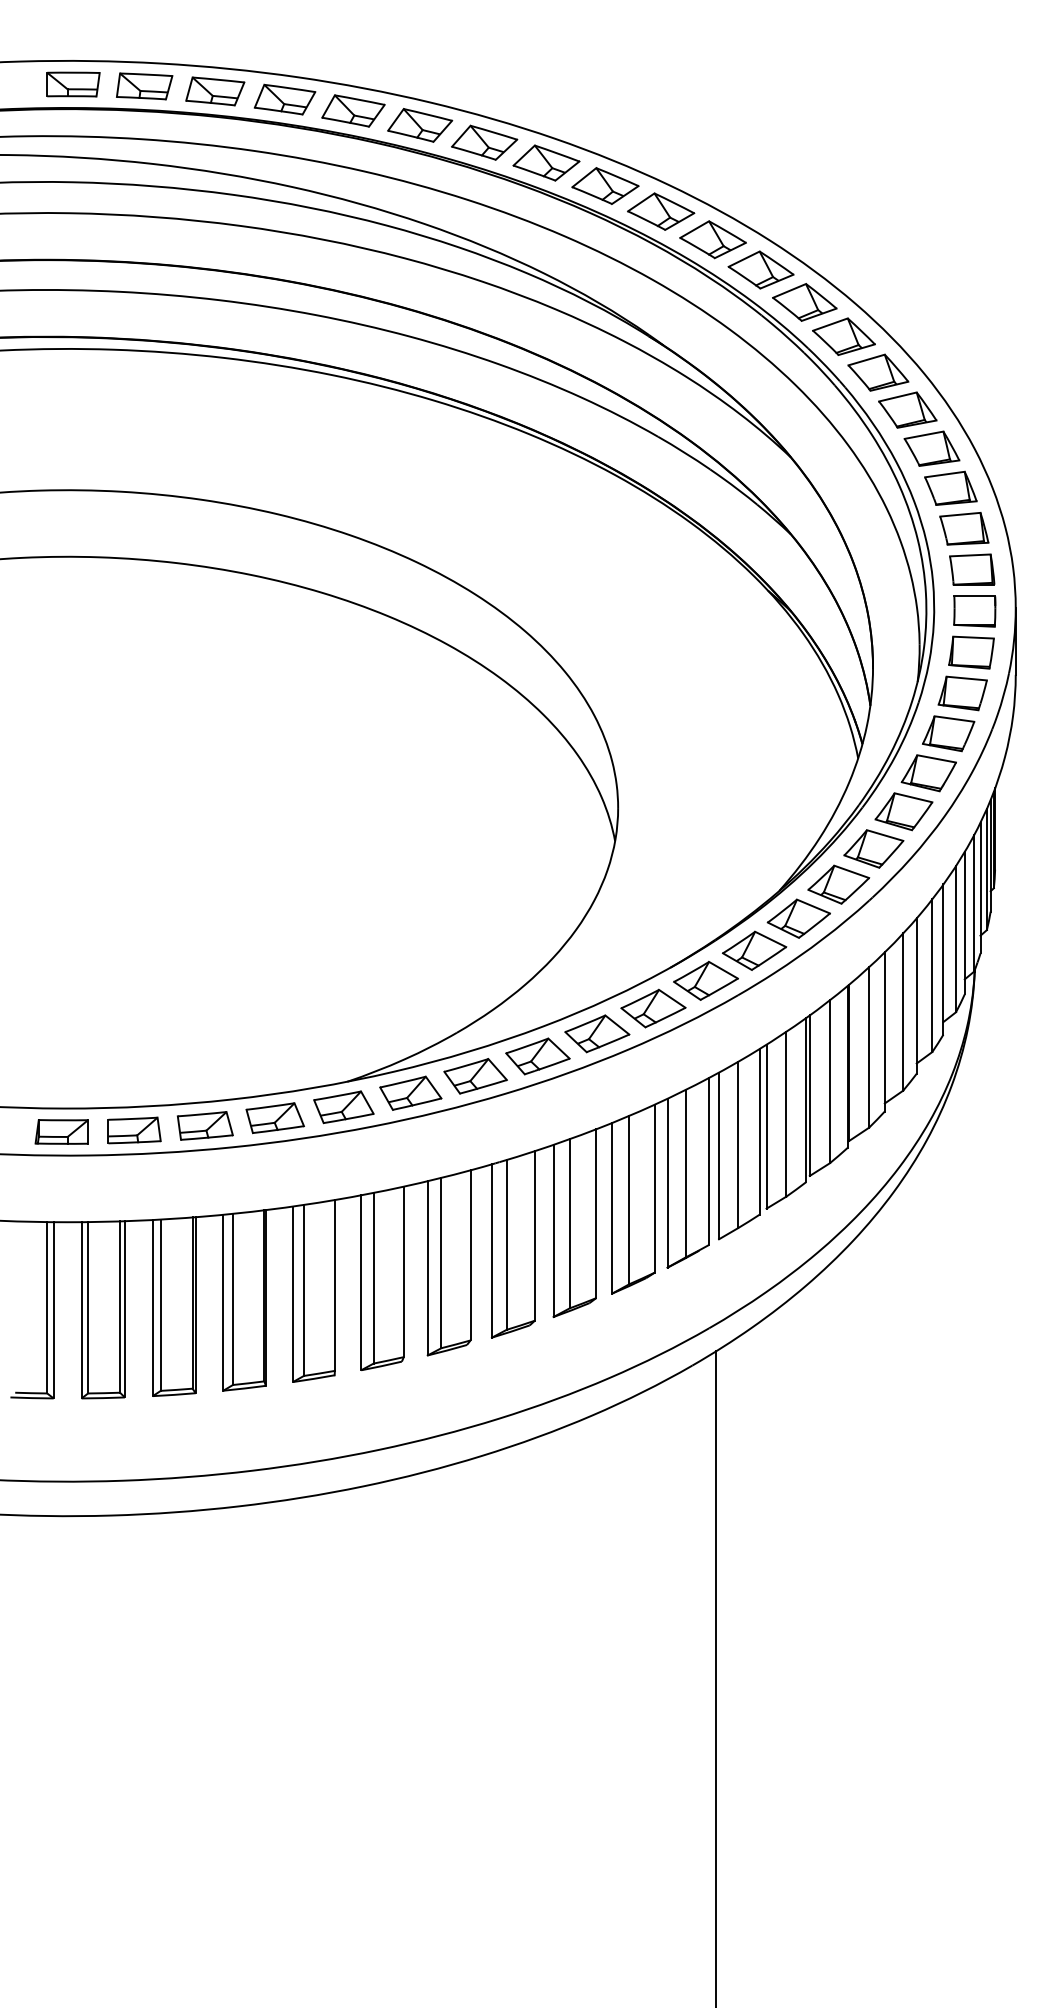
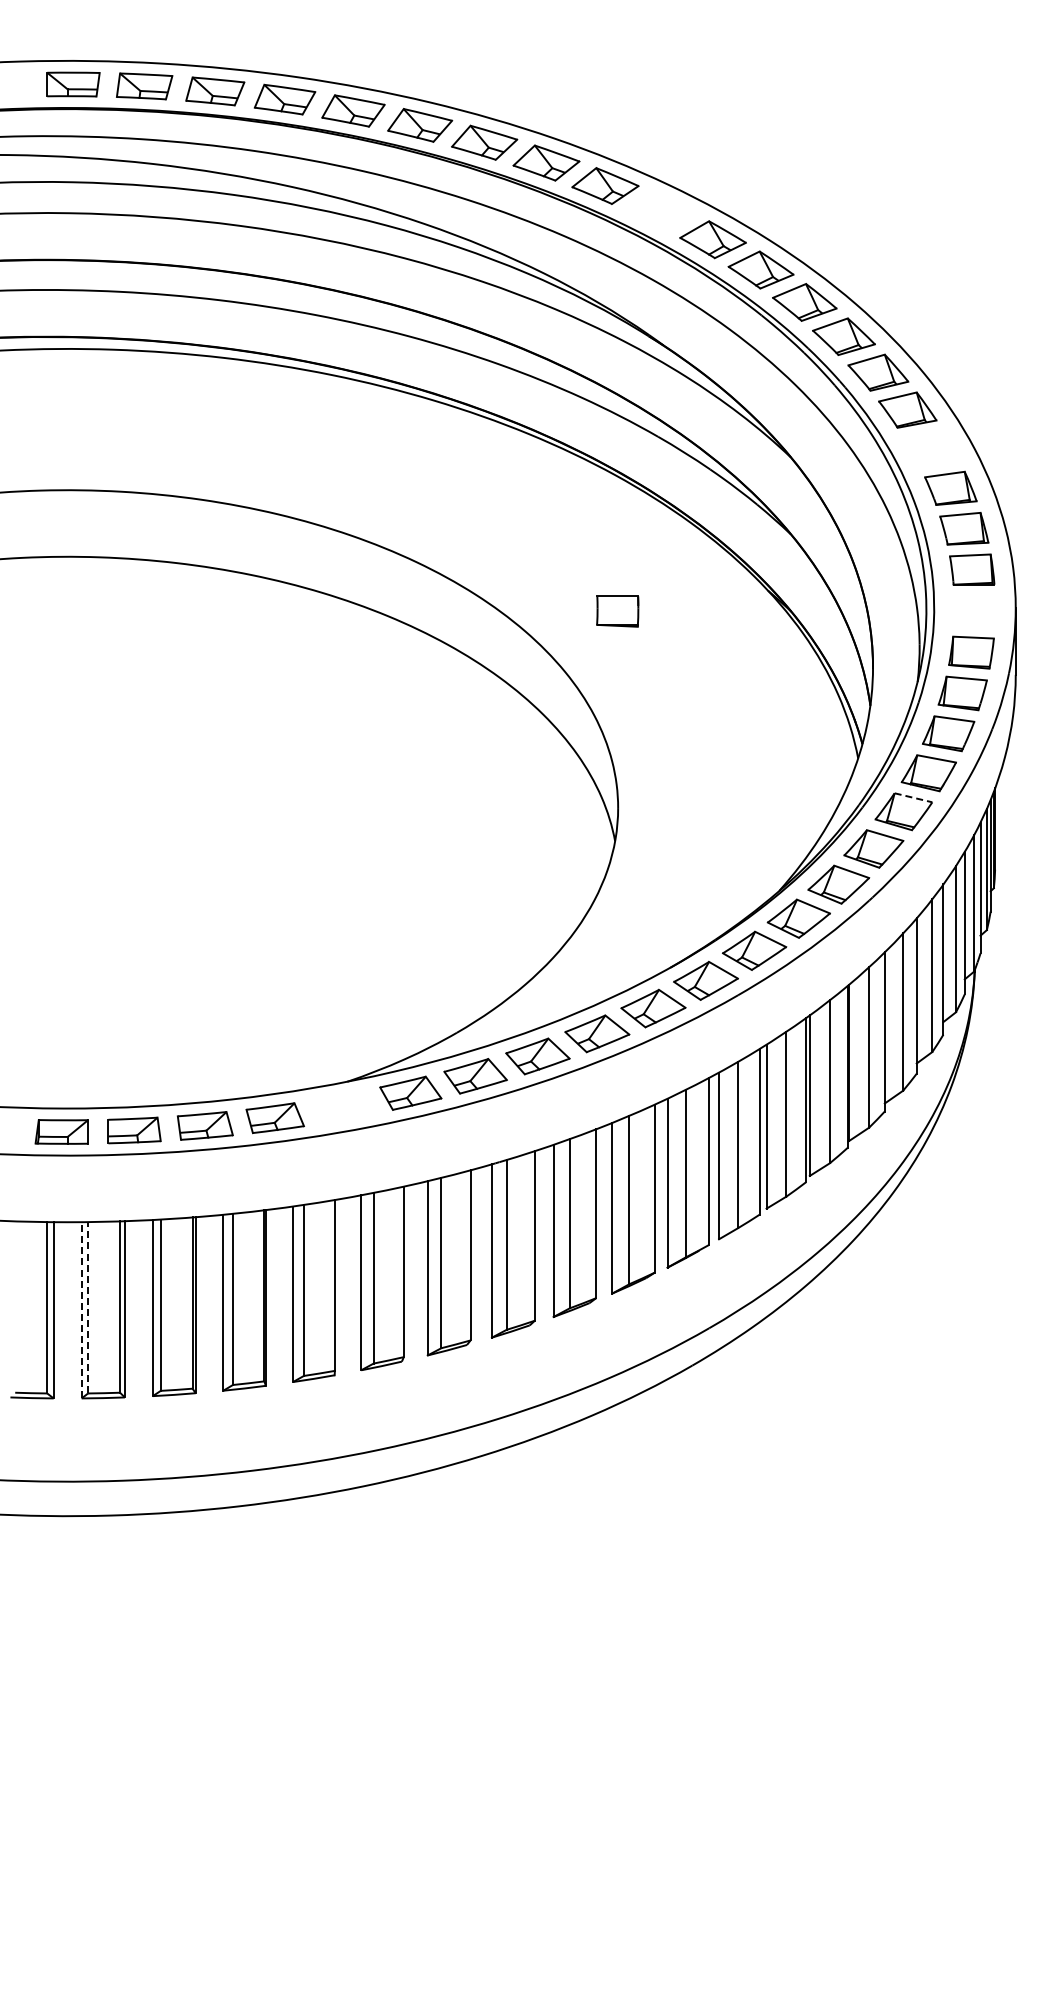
part at (661, 211): present -> none
part at (931, 448): present -> none
part at (974, 611) position: (974, 611) -> (617, 611)
line at (914, 797): solid -> dashed
part at (343, 1107): present -> none
line at (88, 1307): solid -> dashed
line at (81, 1309): solid -> dashed
line at (716, 1677): present -> none
